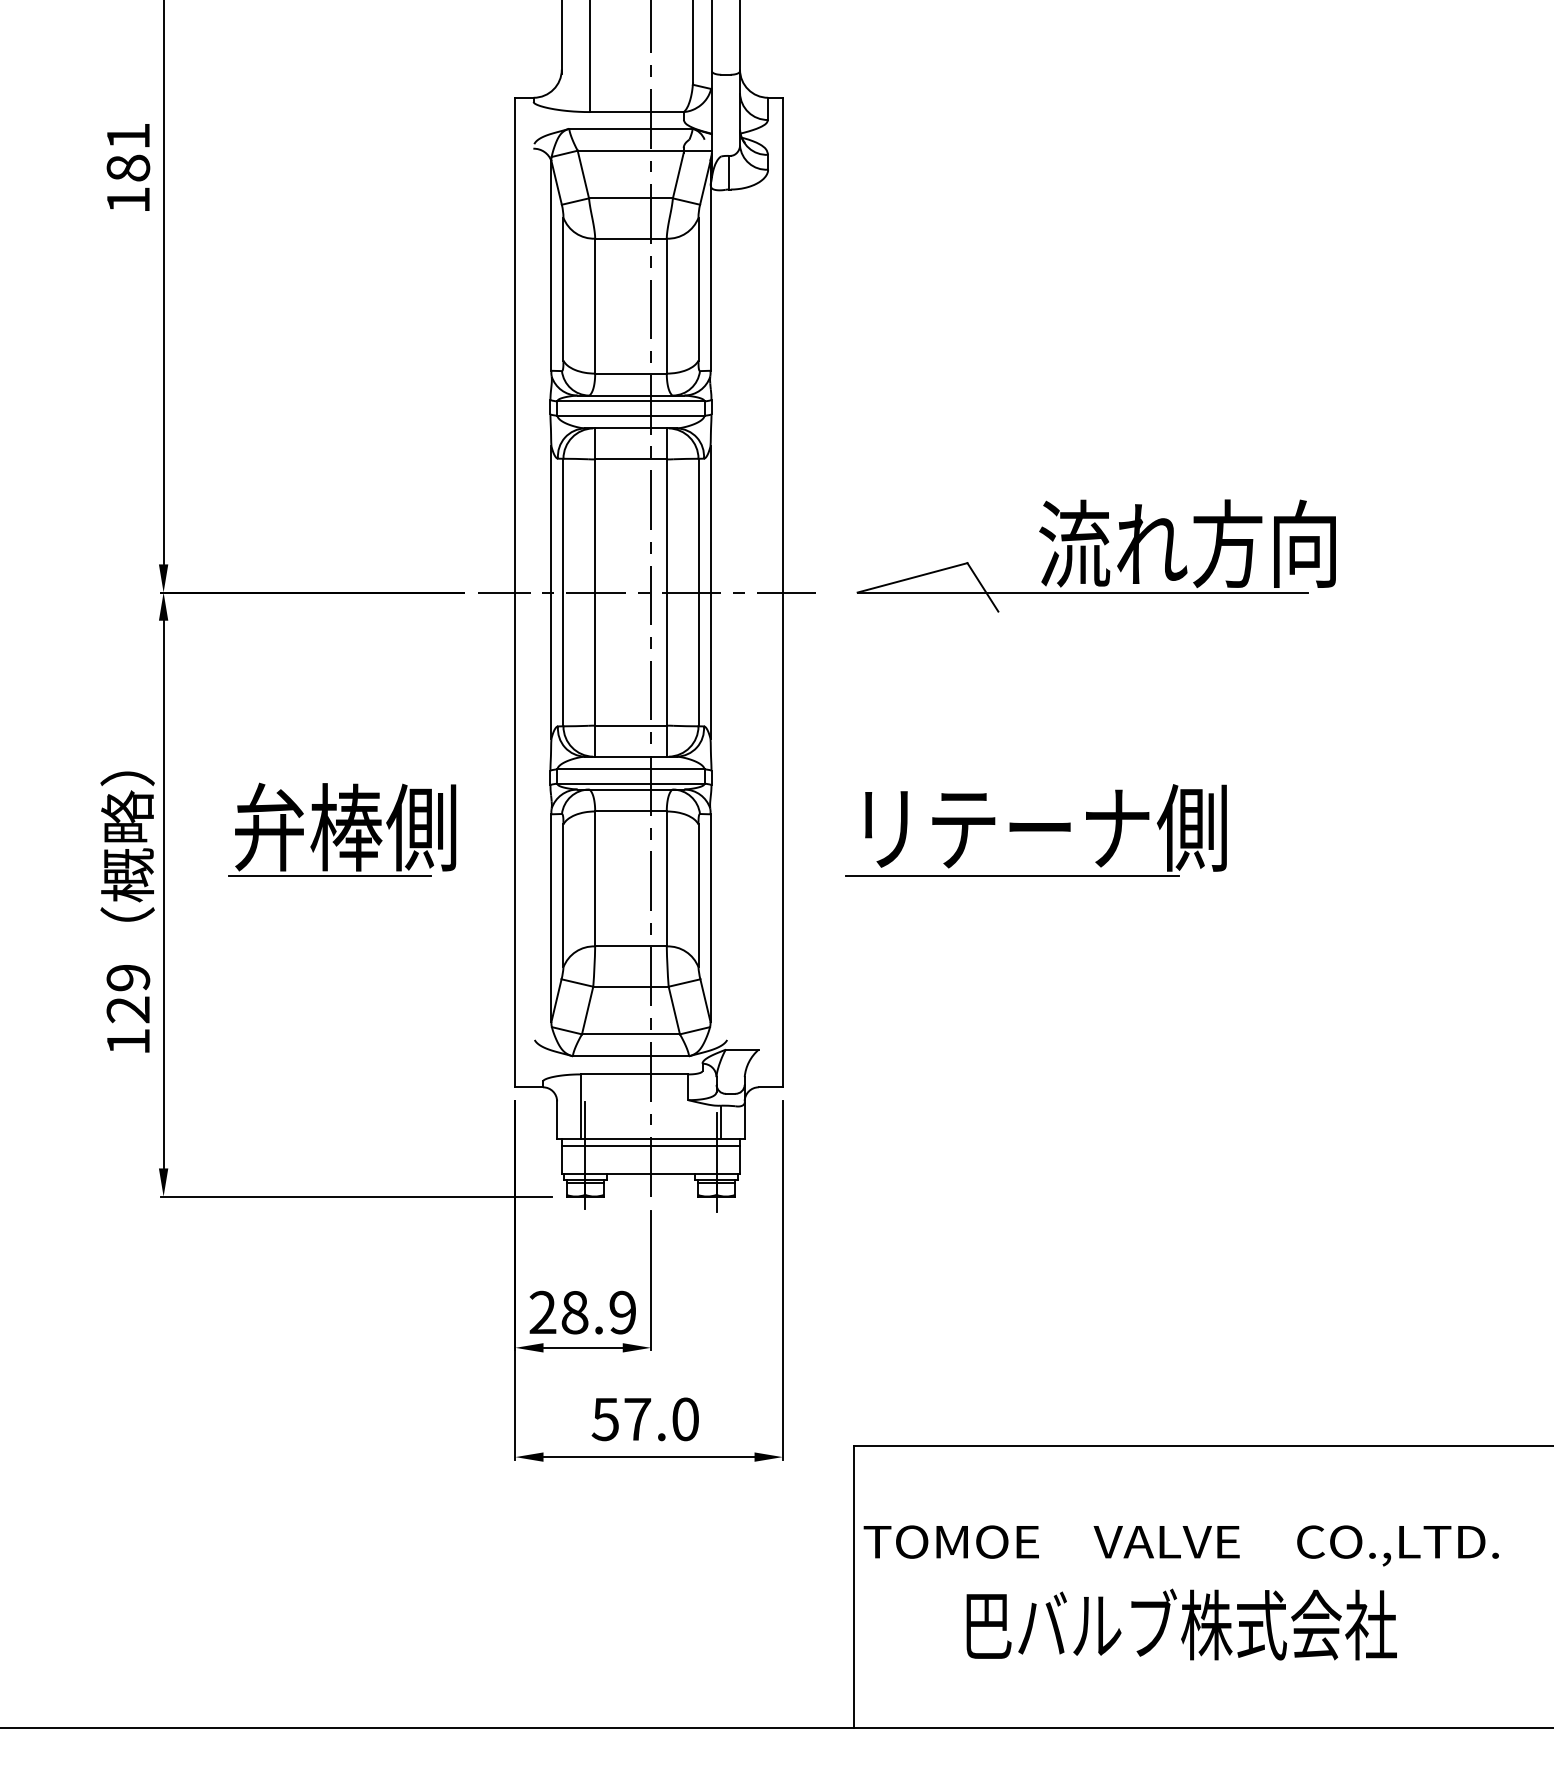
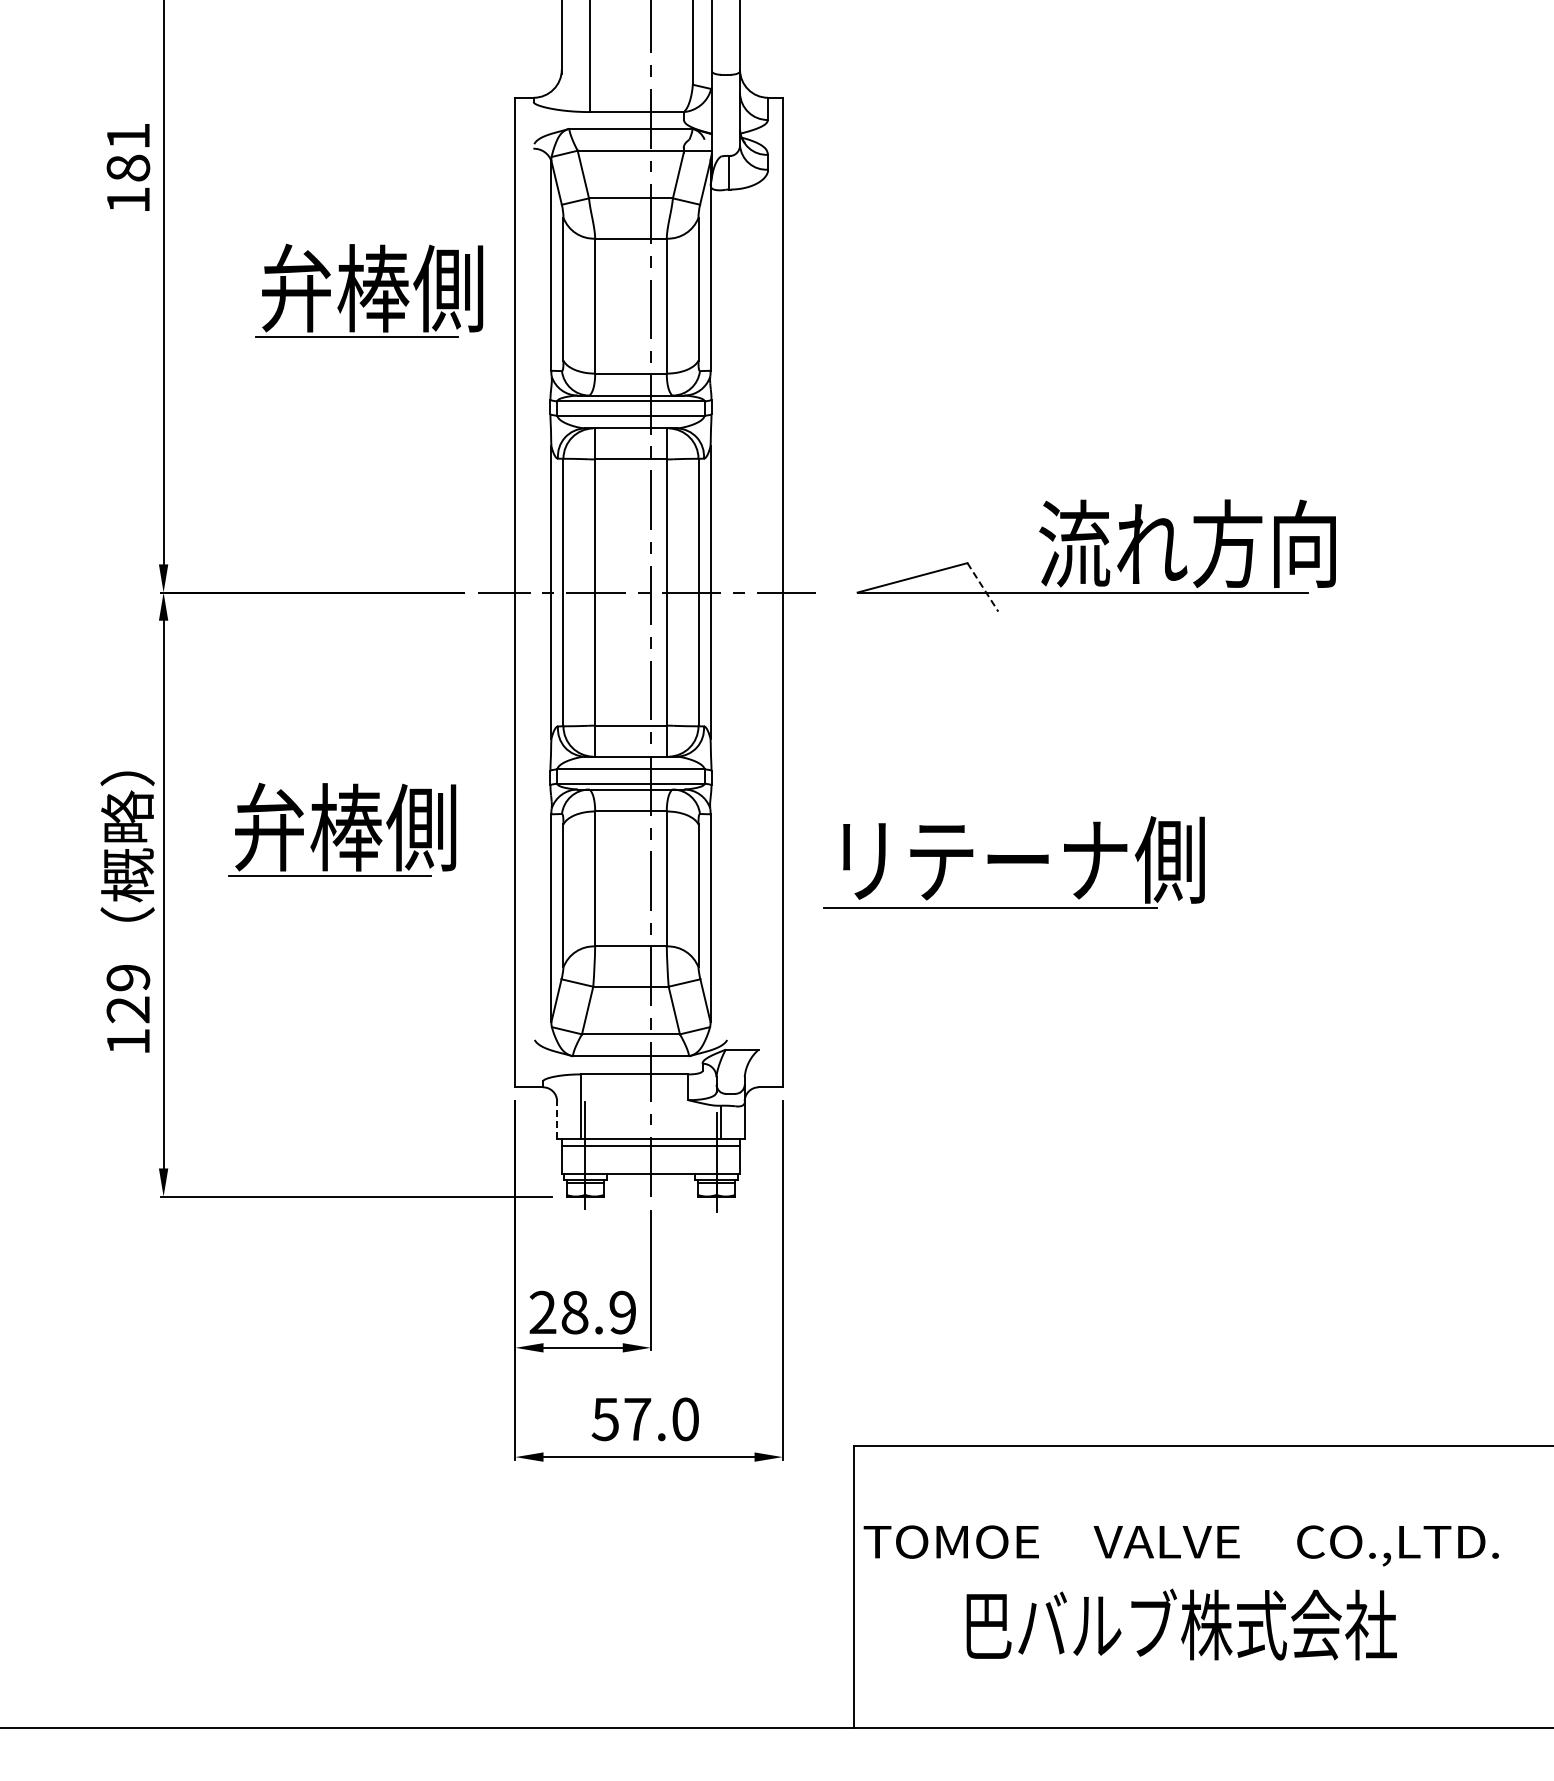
part at (369, 290): none -> present
line at (982, 587): solid -> dashed
part at (1035, 830) position: (1035, 830) -> (1013, 862)
line at (557, 1120): solid -> dashed
